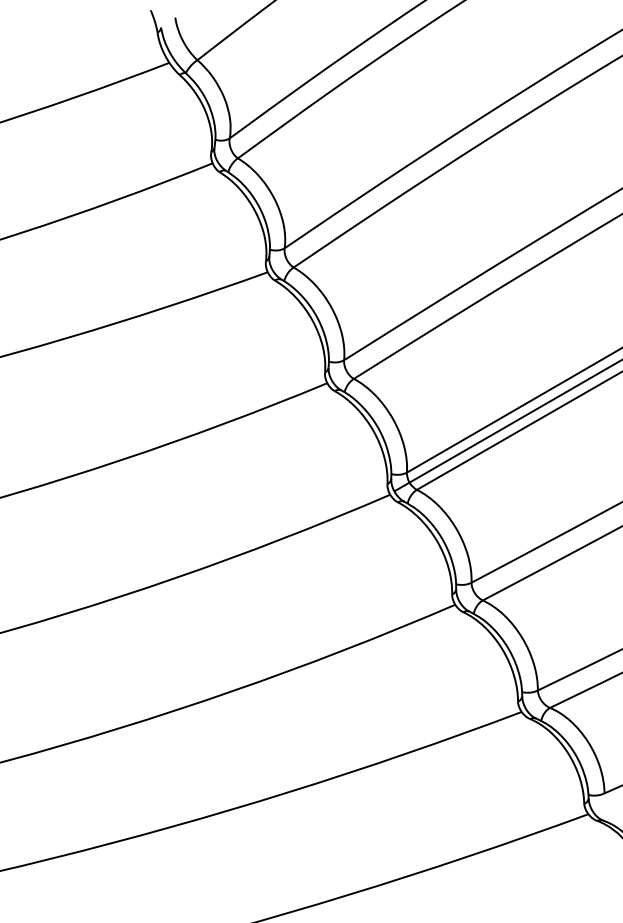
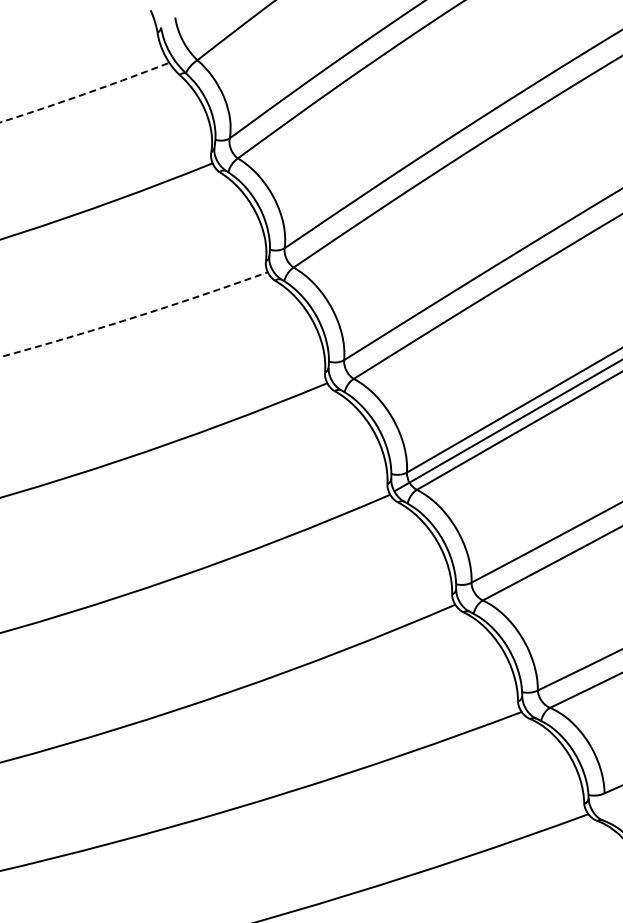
arc at (85, 93): solid -> dashed
arc at (134, 317): solid -> dashed
